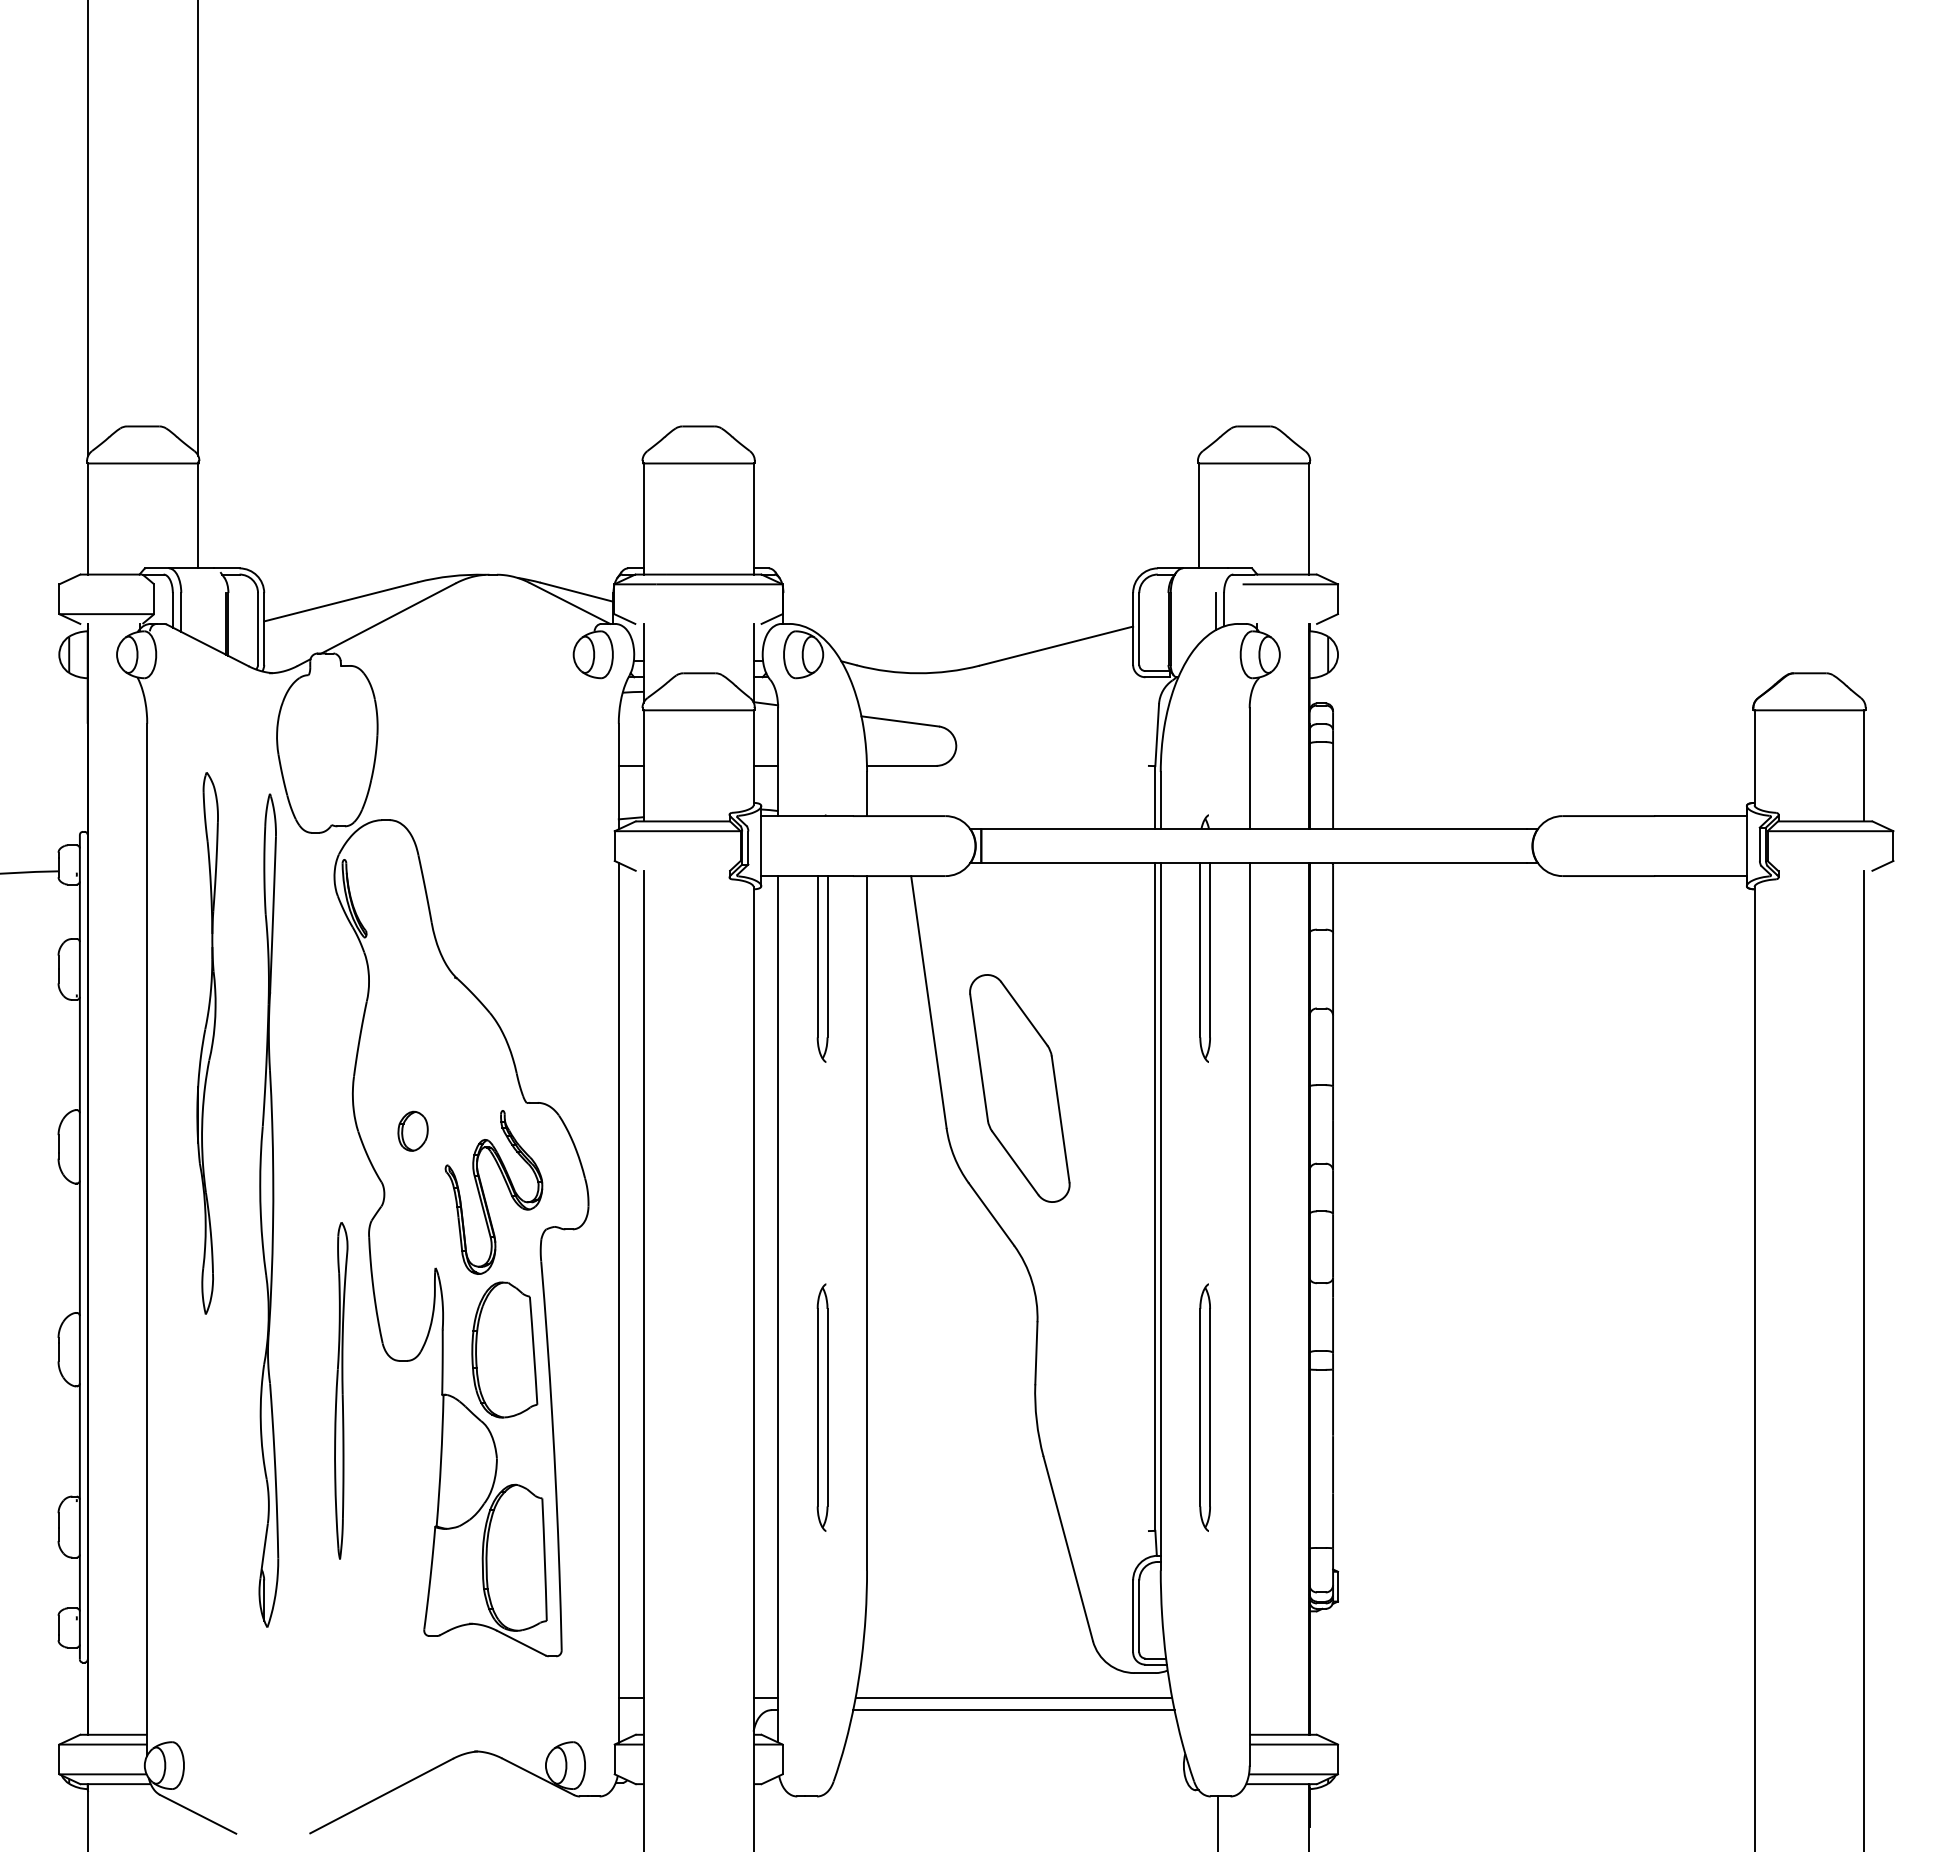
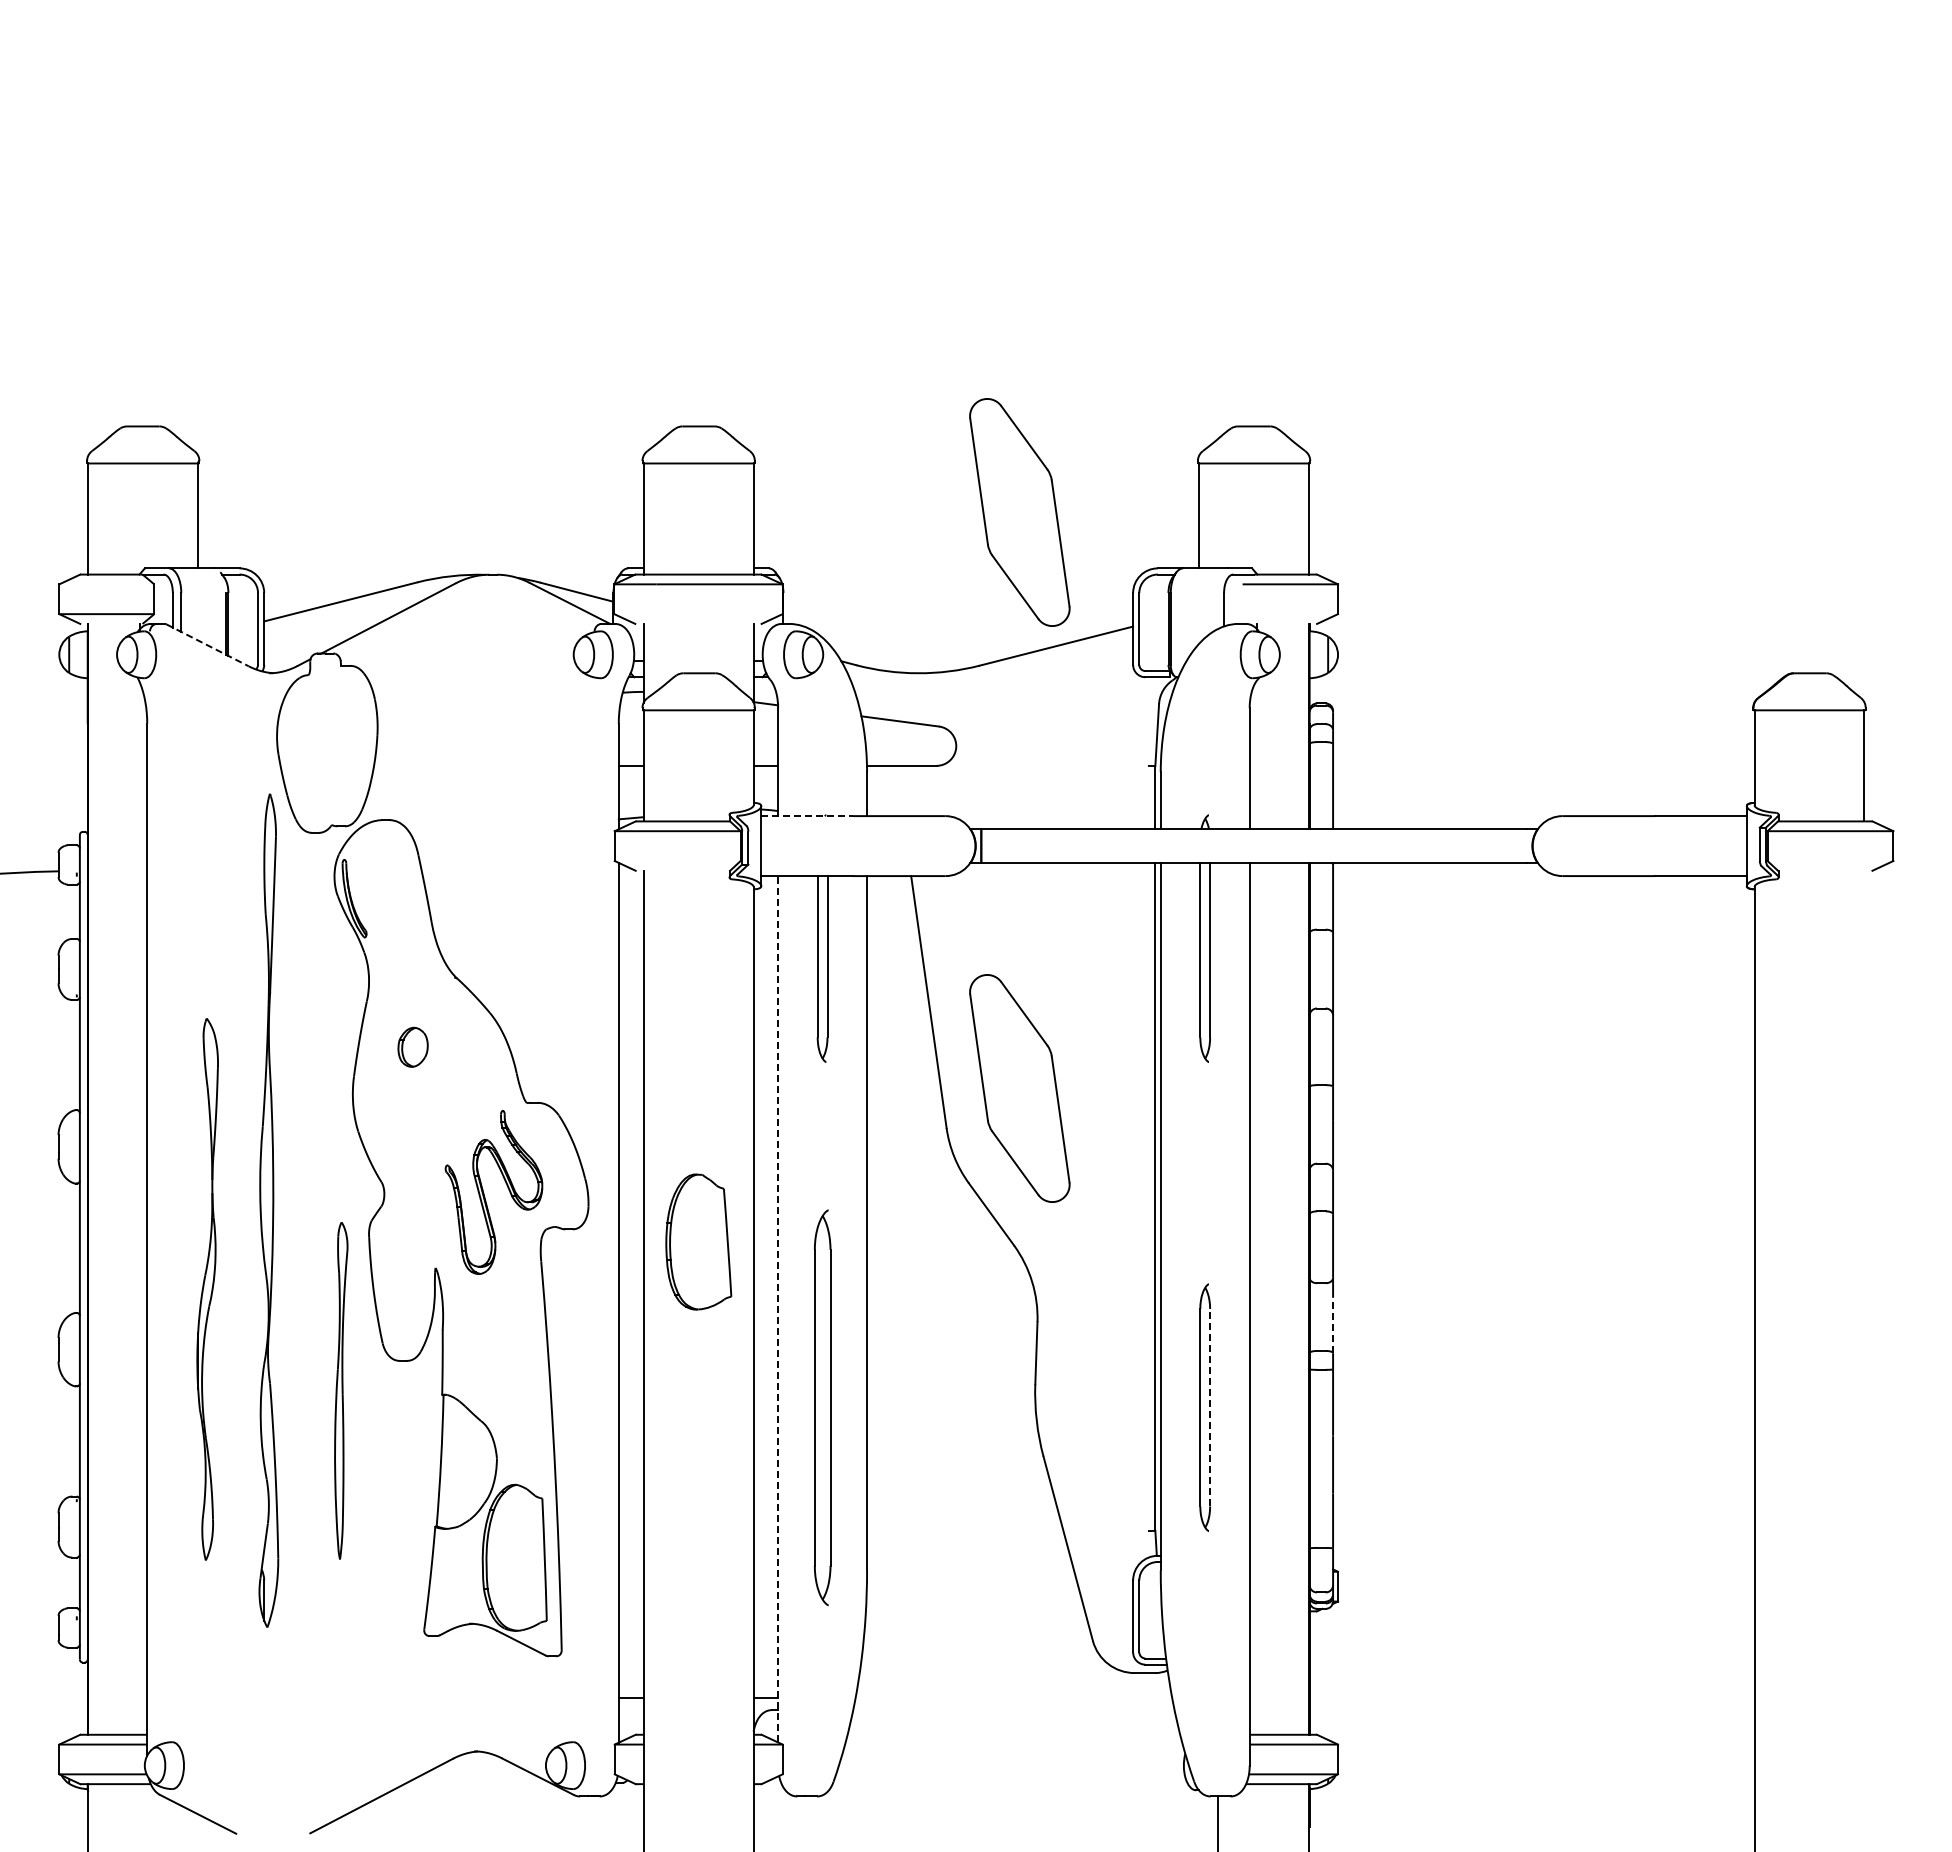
line at (88, 228): present -> none
line at (198, 228): present -> none
part at (1019, 512): none -> present
line at (1215, 611): present -> none
line at (207, 645): solid -> dashed
line at (807, 816): solid -> dashed
part at (207, 1043) position: (207, 1043) -> (207, 1289)
part at (412, 1130) position: (412, 1130) -> (412, 1046)
line at (778, 1308): solid -> dashed
arc at (1333, 1323): solid -> dashed
part at (504, 1349) position: (504, 1349) -> (698, 1241)
line at (1864, 1359): present -> none
part at (822, 1407) size: 13x249 px -> 18x398 px
line at (1210, 1407): solid -> dashed
line at (1013, 1697): present -> none
line at (1013, 1710): present -> none
